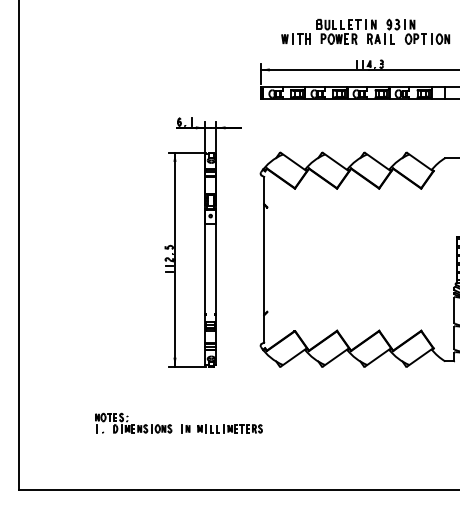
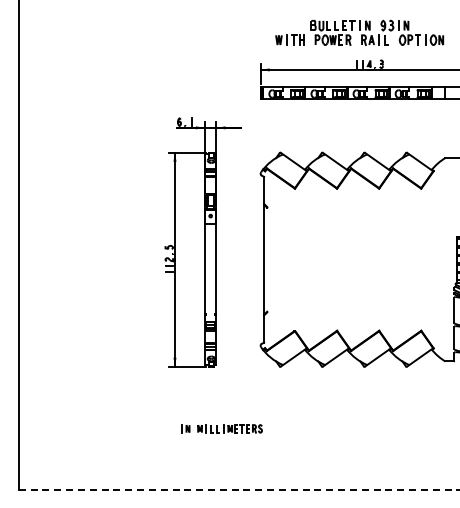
part at (365, 31) position: (365, 31) -> (359, 32)
part at (133, 422): present -> none
line at (239, 489): solid -> dashed
